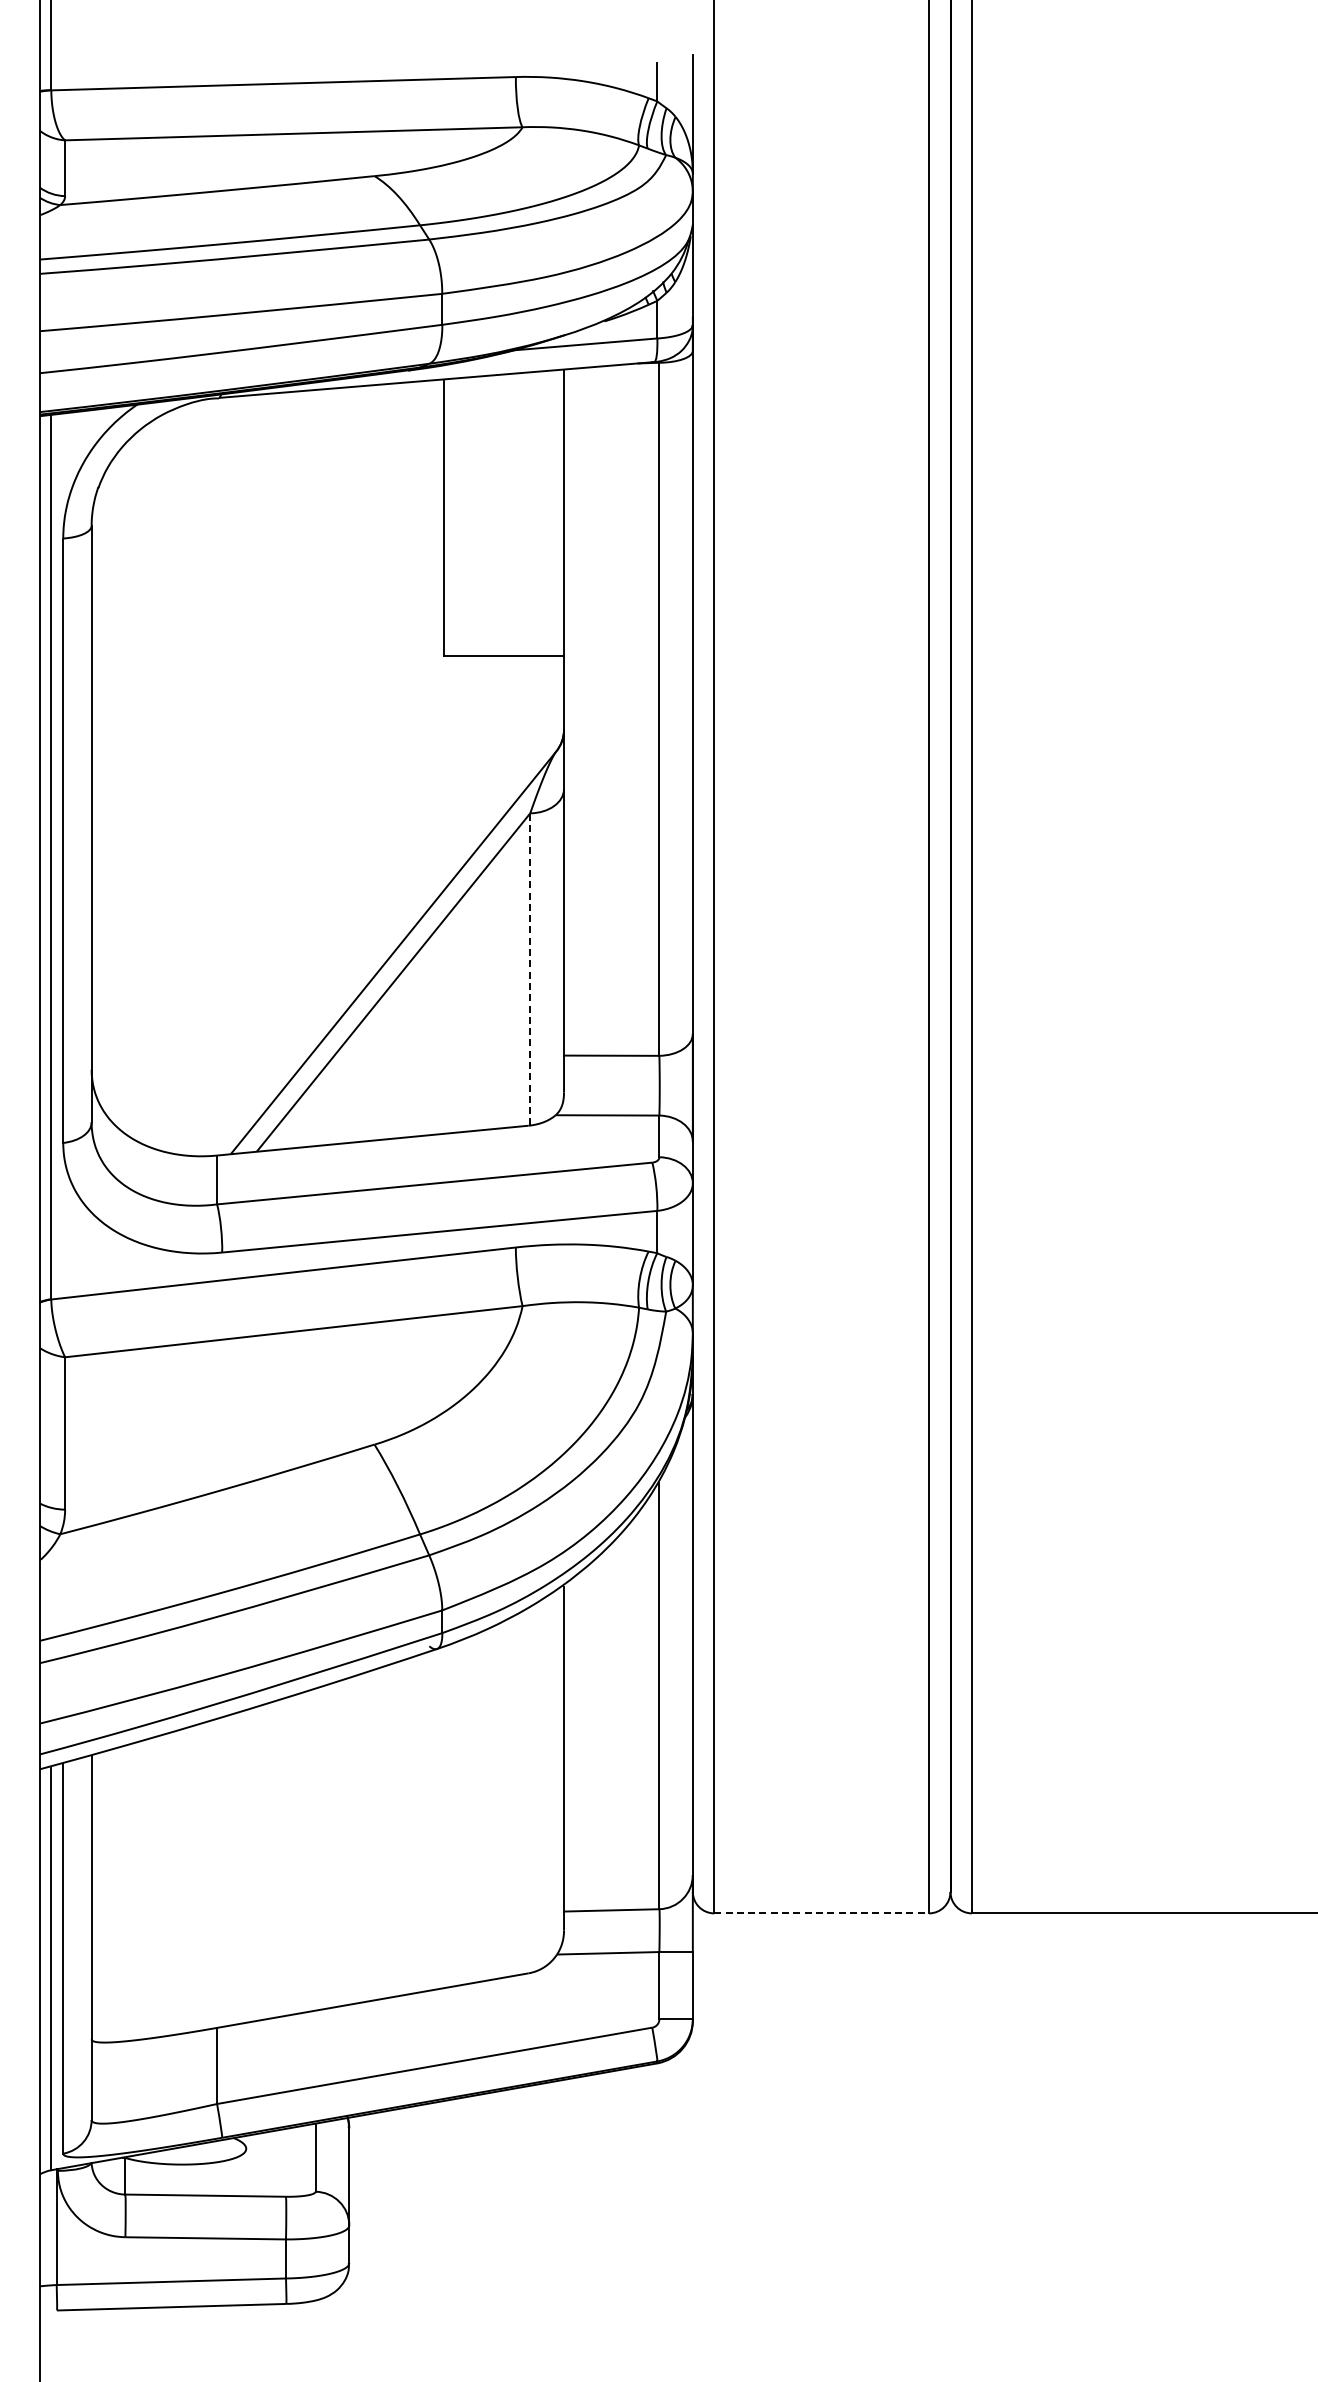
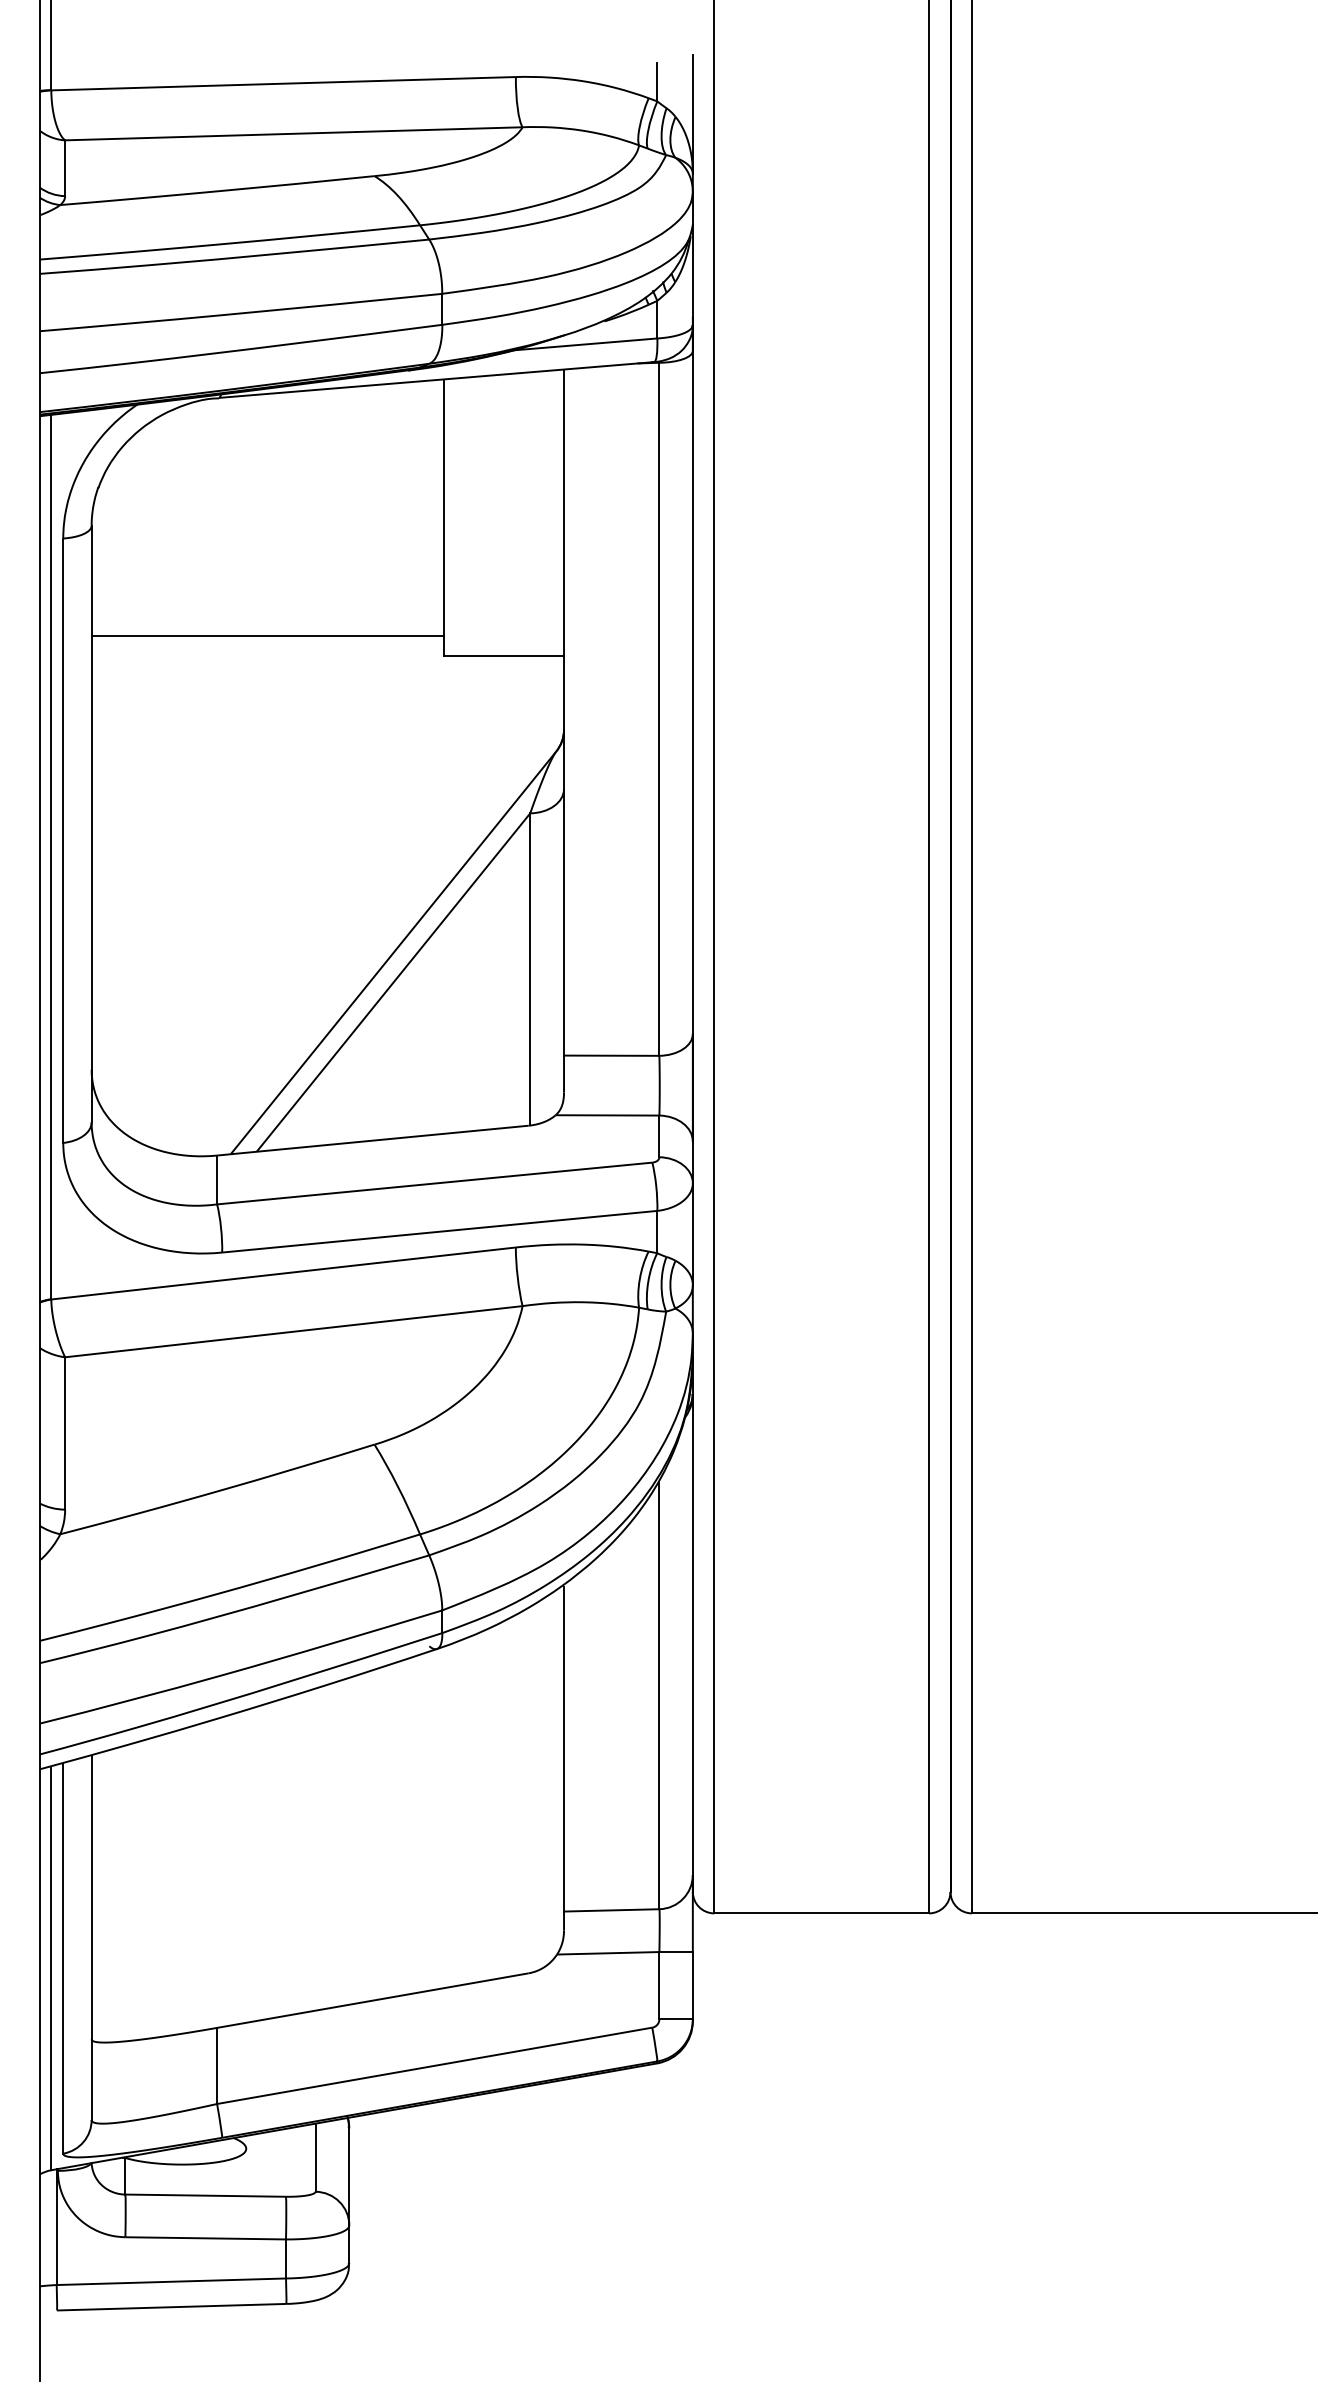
line at (267, 635): none -> present
line at (530, 968): dashed -> solid
line at (822, 1913): dashed -> solid
